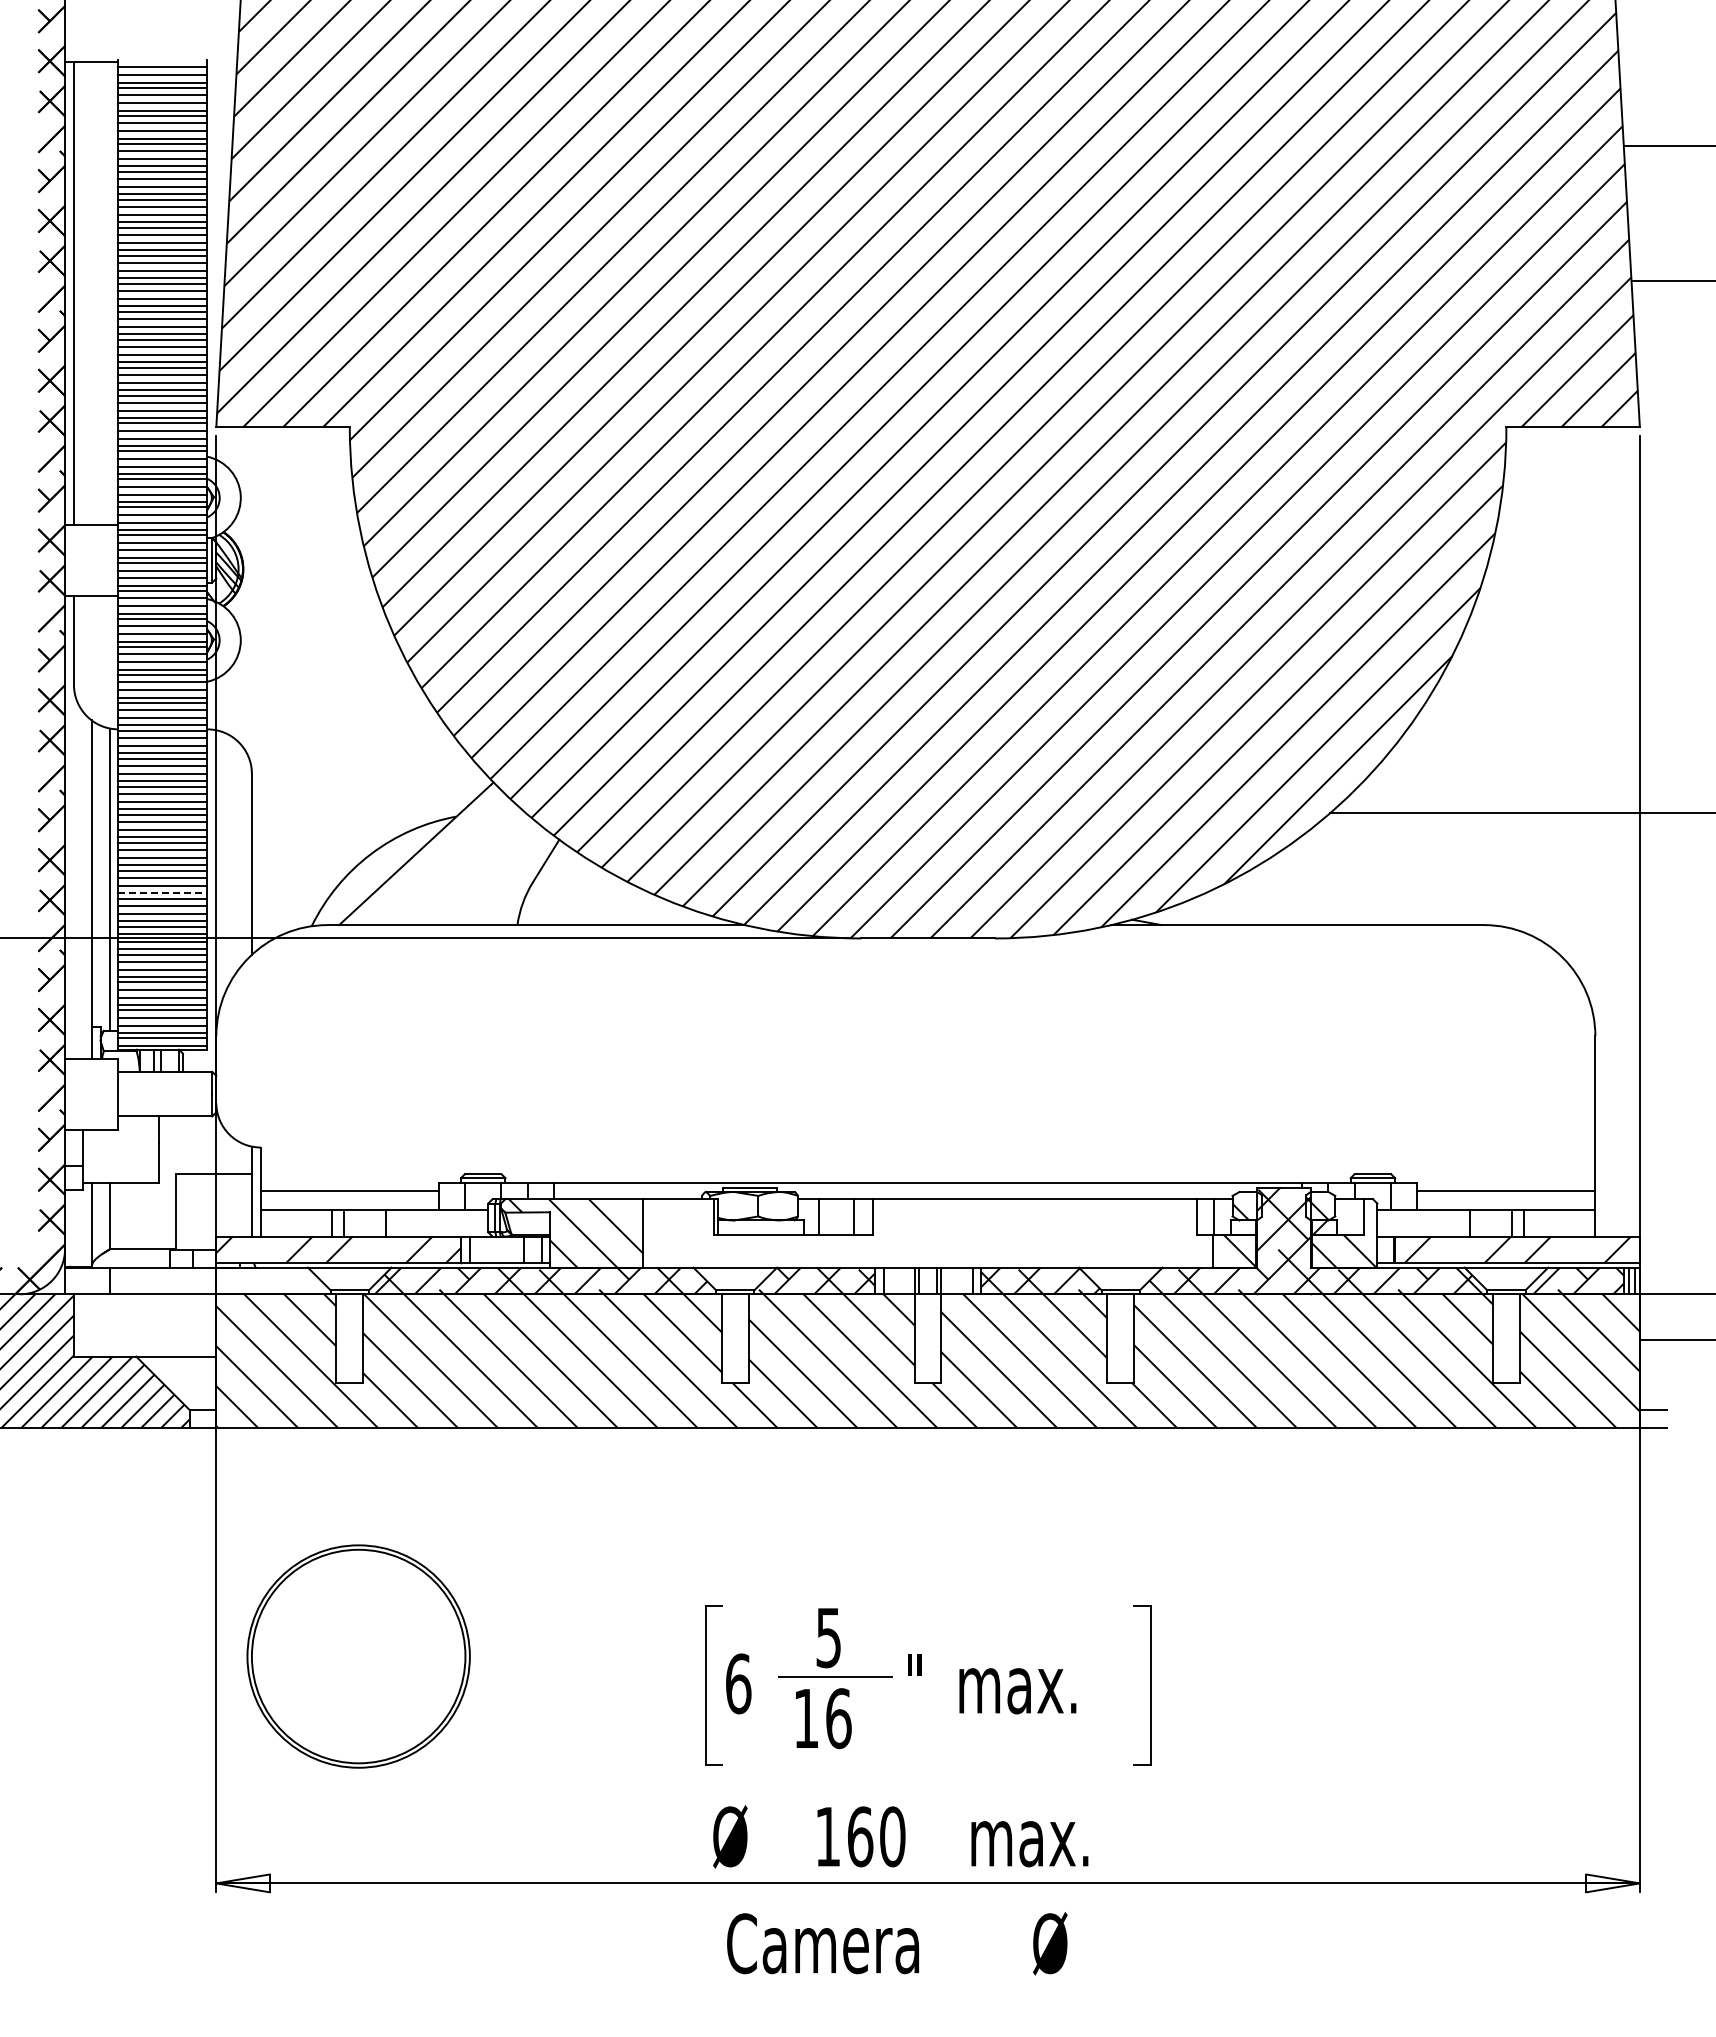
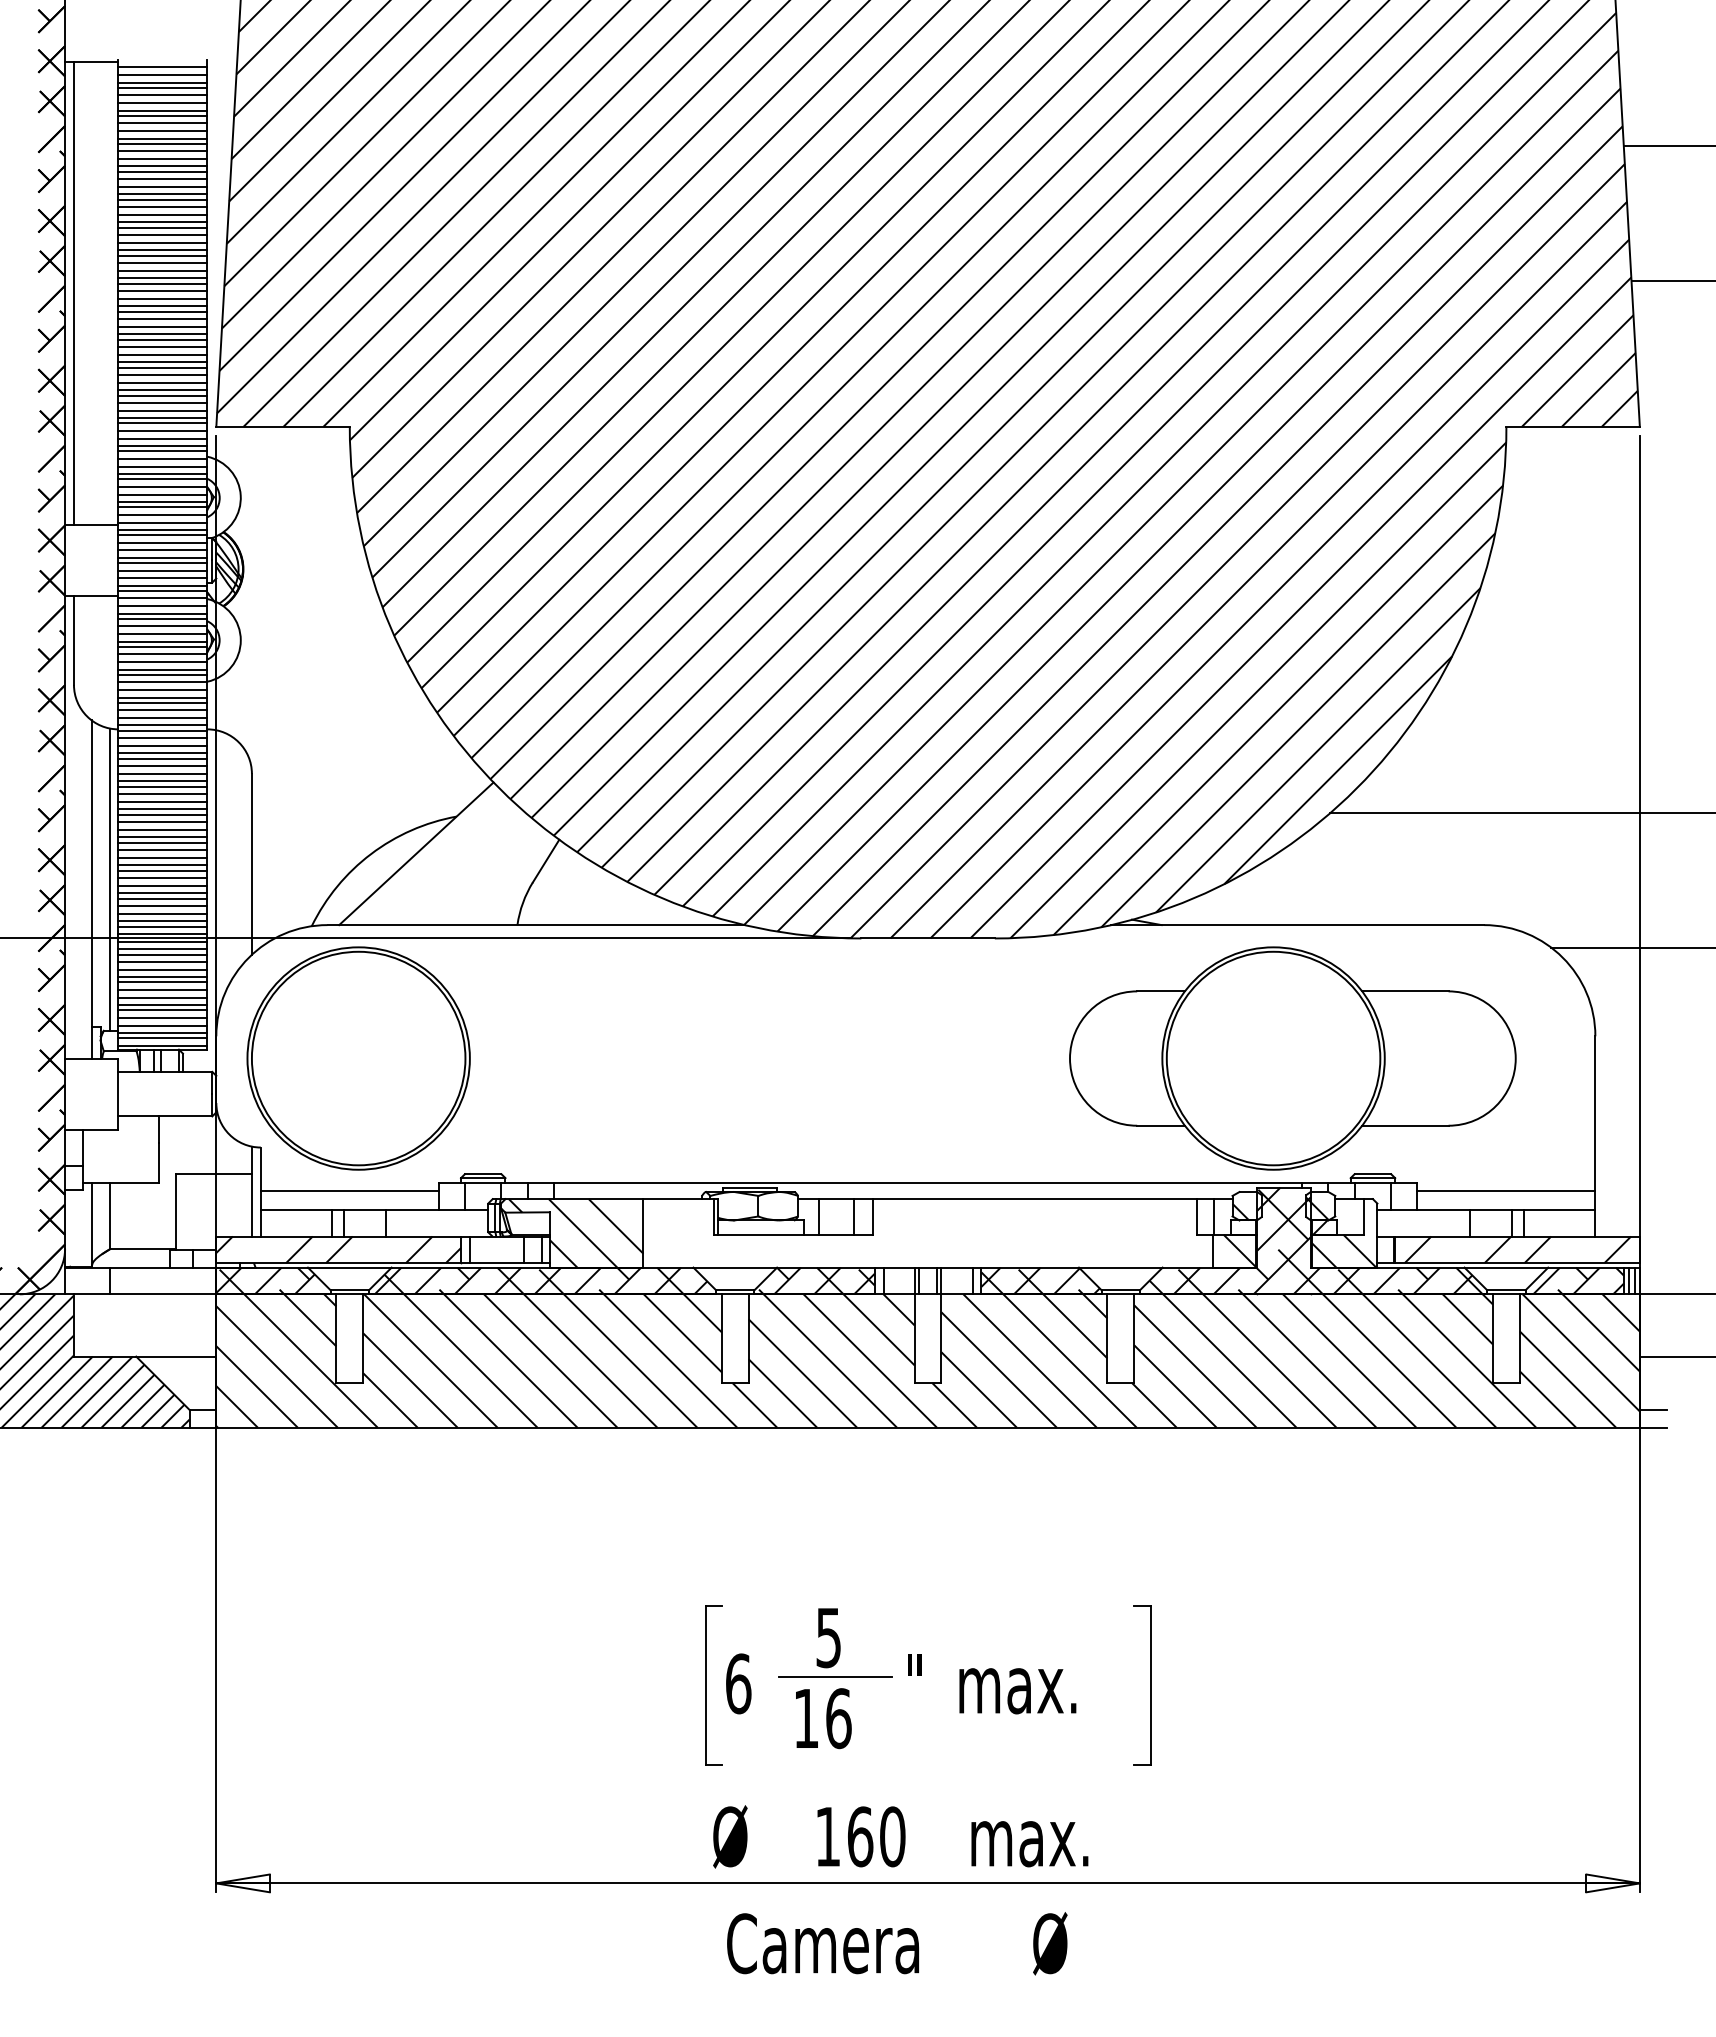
line at (163, 893): dashed -> solid
line at (1631, 947): none -> present
part at (1292, 1058): none -> present
hatch at (265, 1280): none -> present
line at (1675, 1339) position: (1675, 1339) -> (1675, 1356)
part at (358, 1656) position: (358, 1656) -> (358, 1058)
